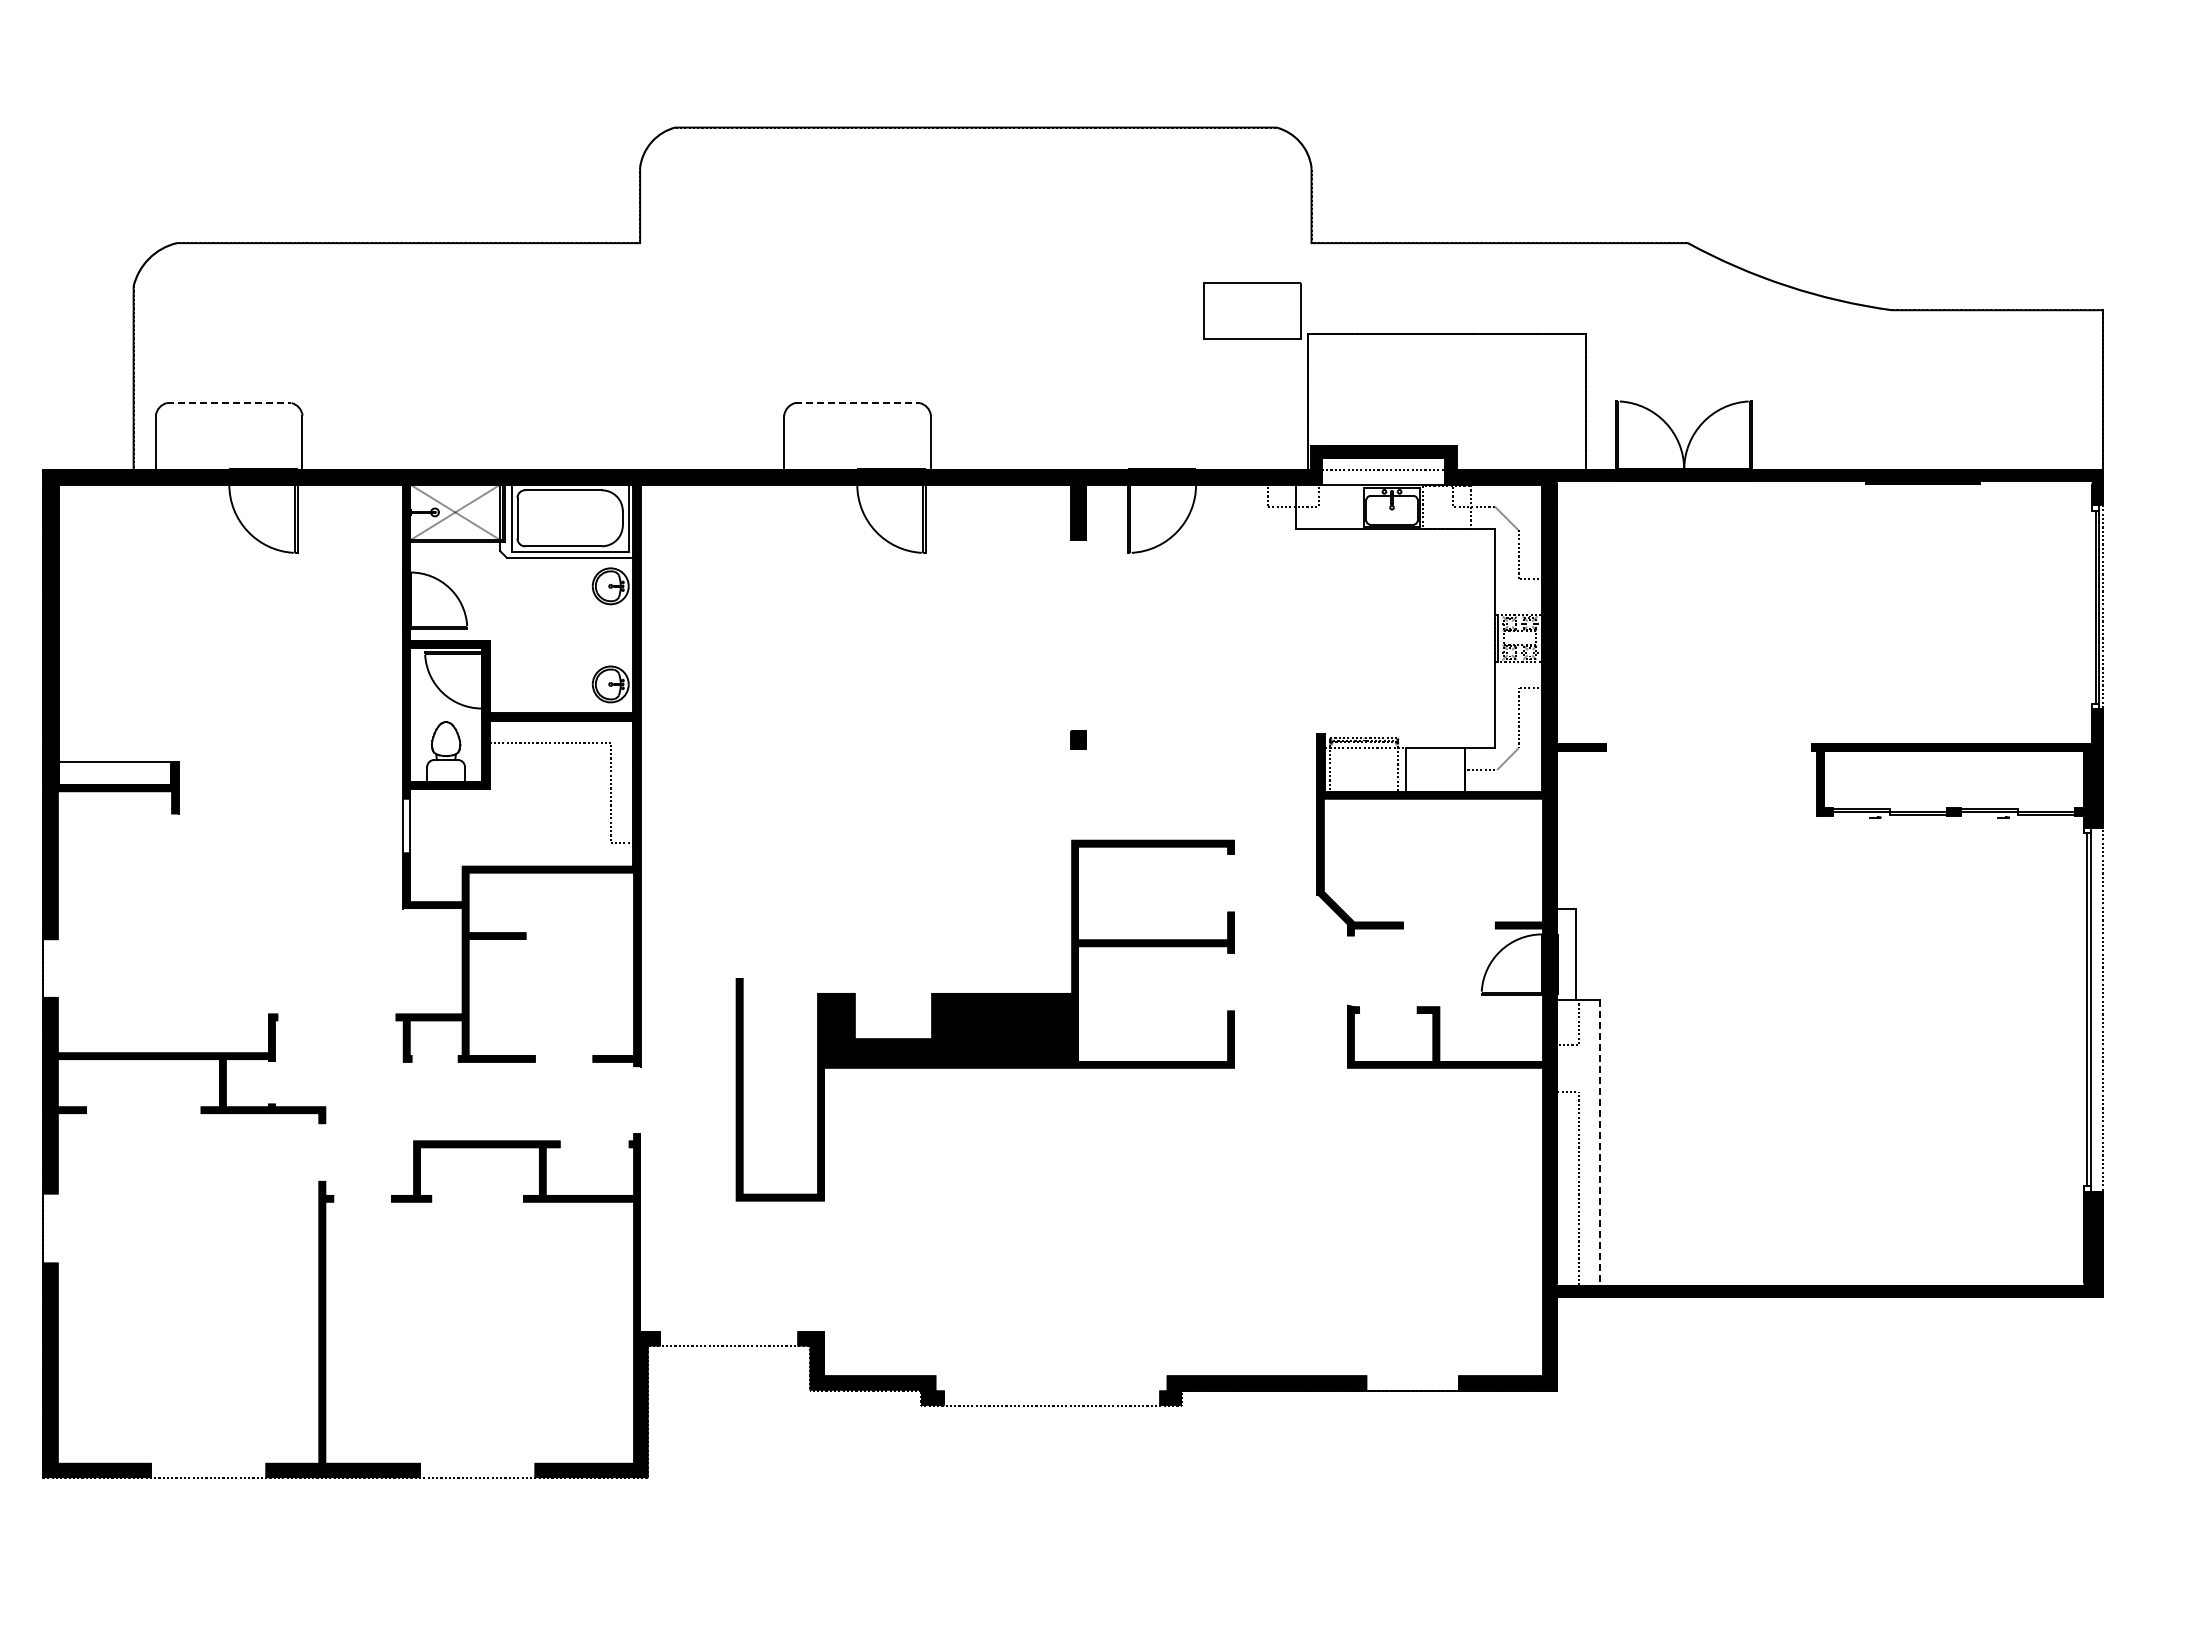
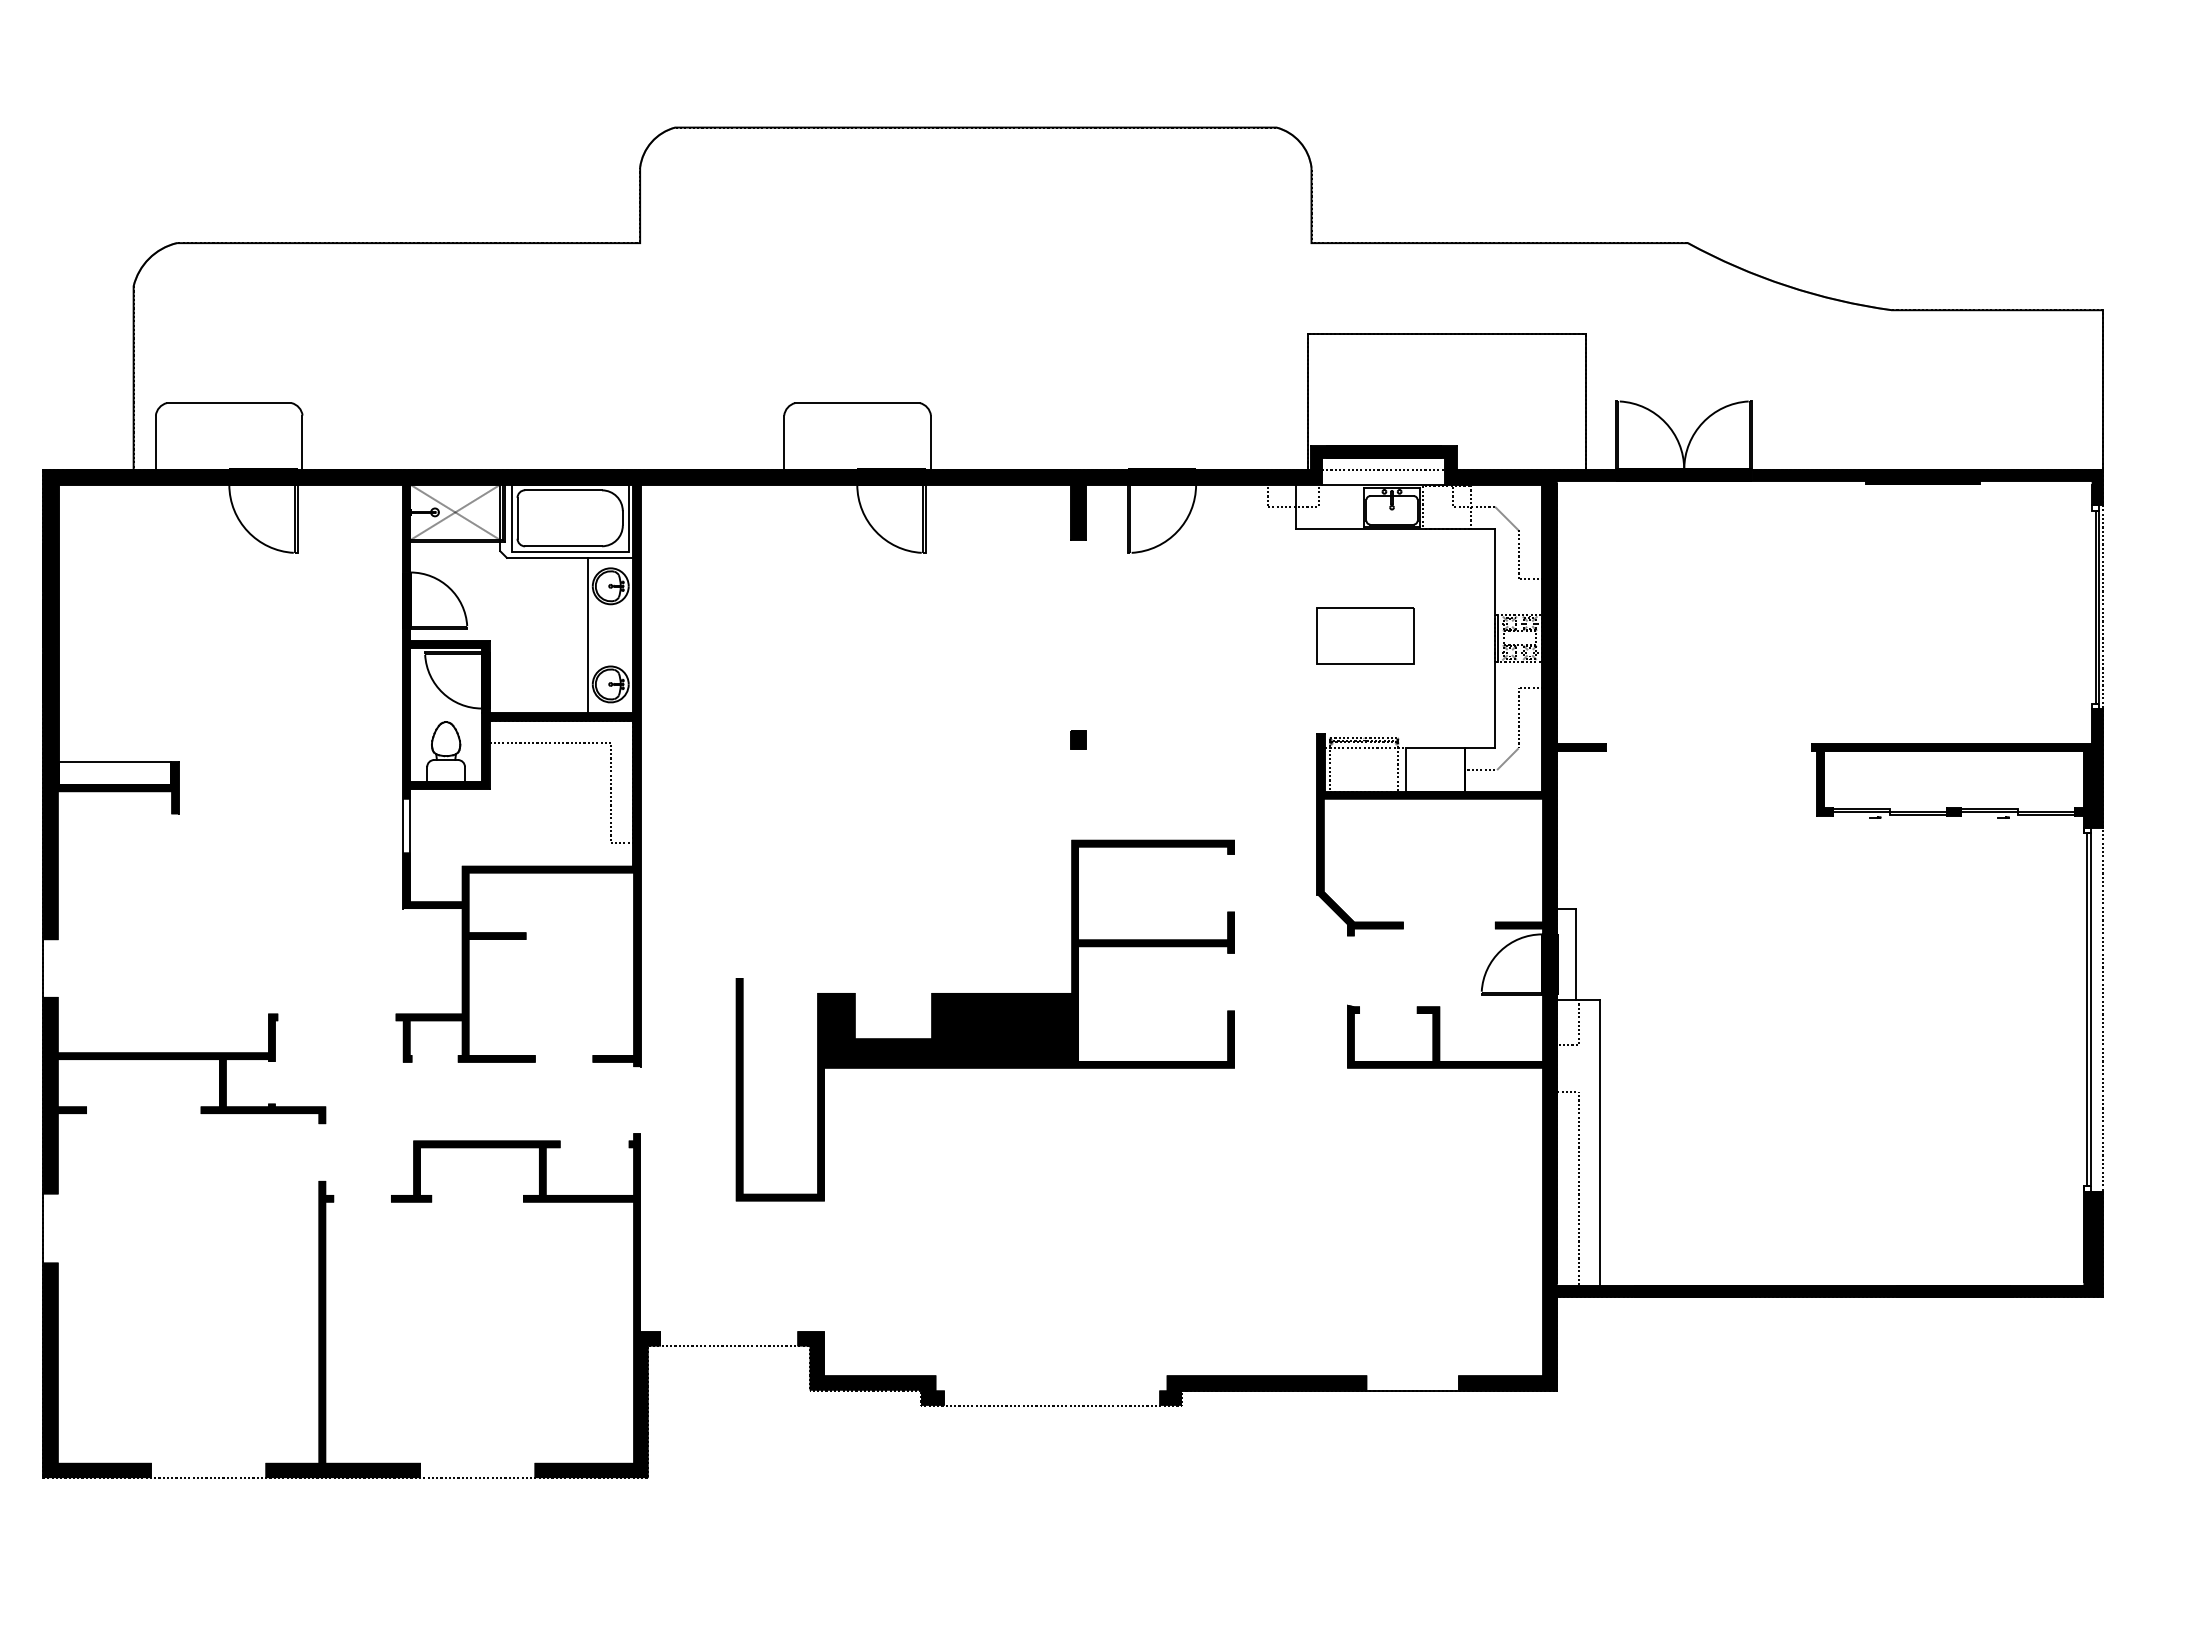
part at (1252, 310) position: (1252, 310) -> (1365, 635)
line at (229, 403): dashed -> solid
line at (858, 403): dashed -> solid
line at (588, 635): none -> present
line at (1600, 1143): dashed -> solid
